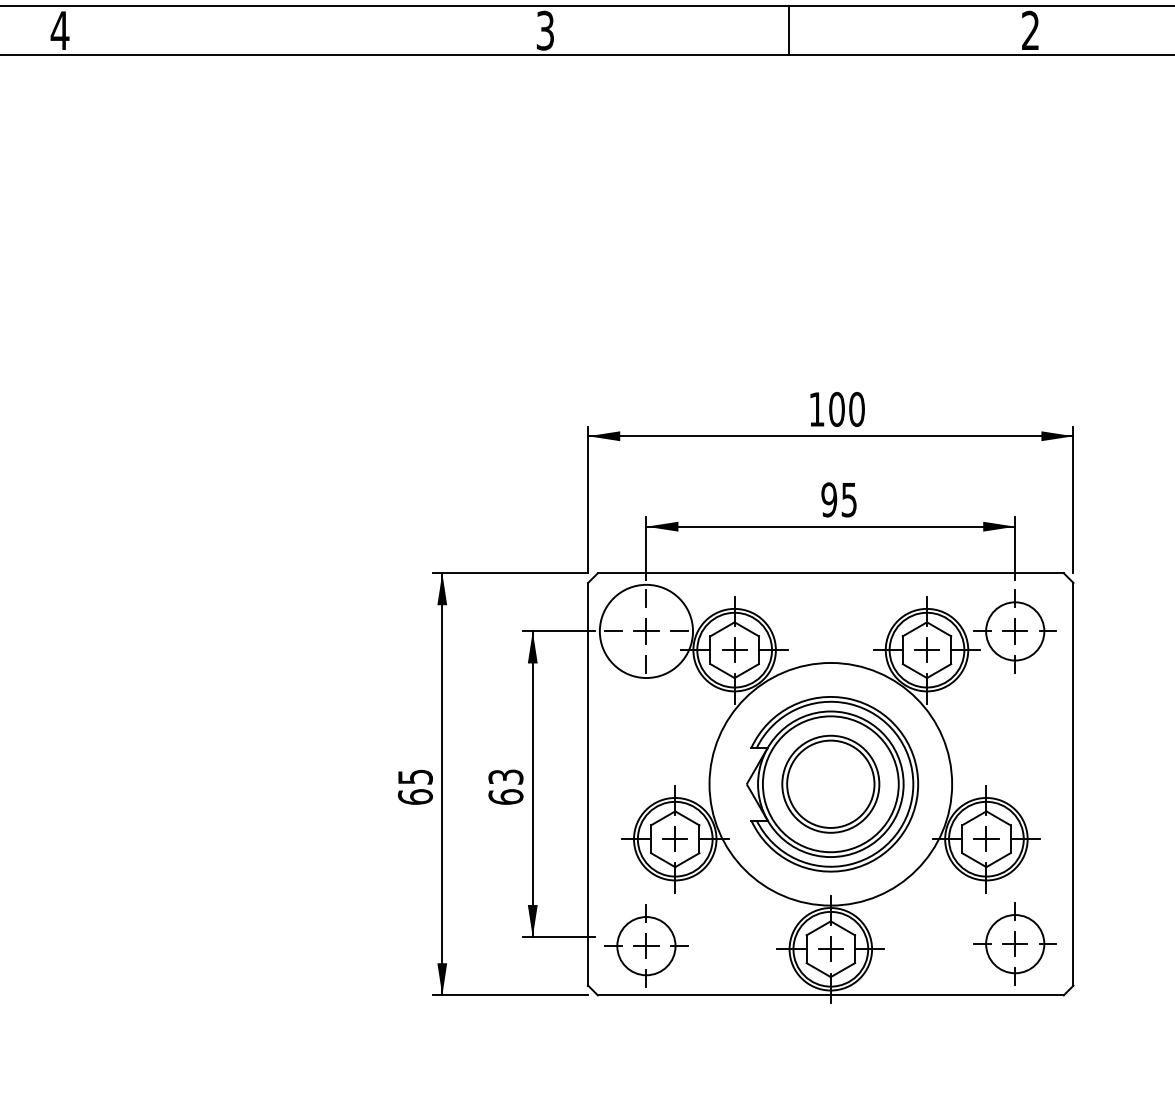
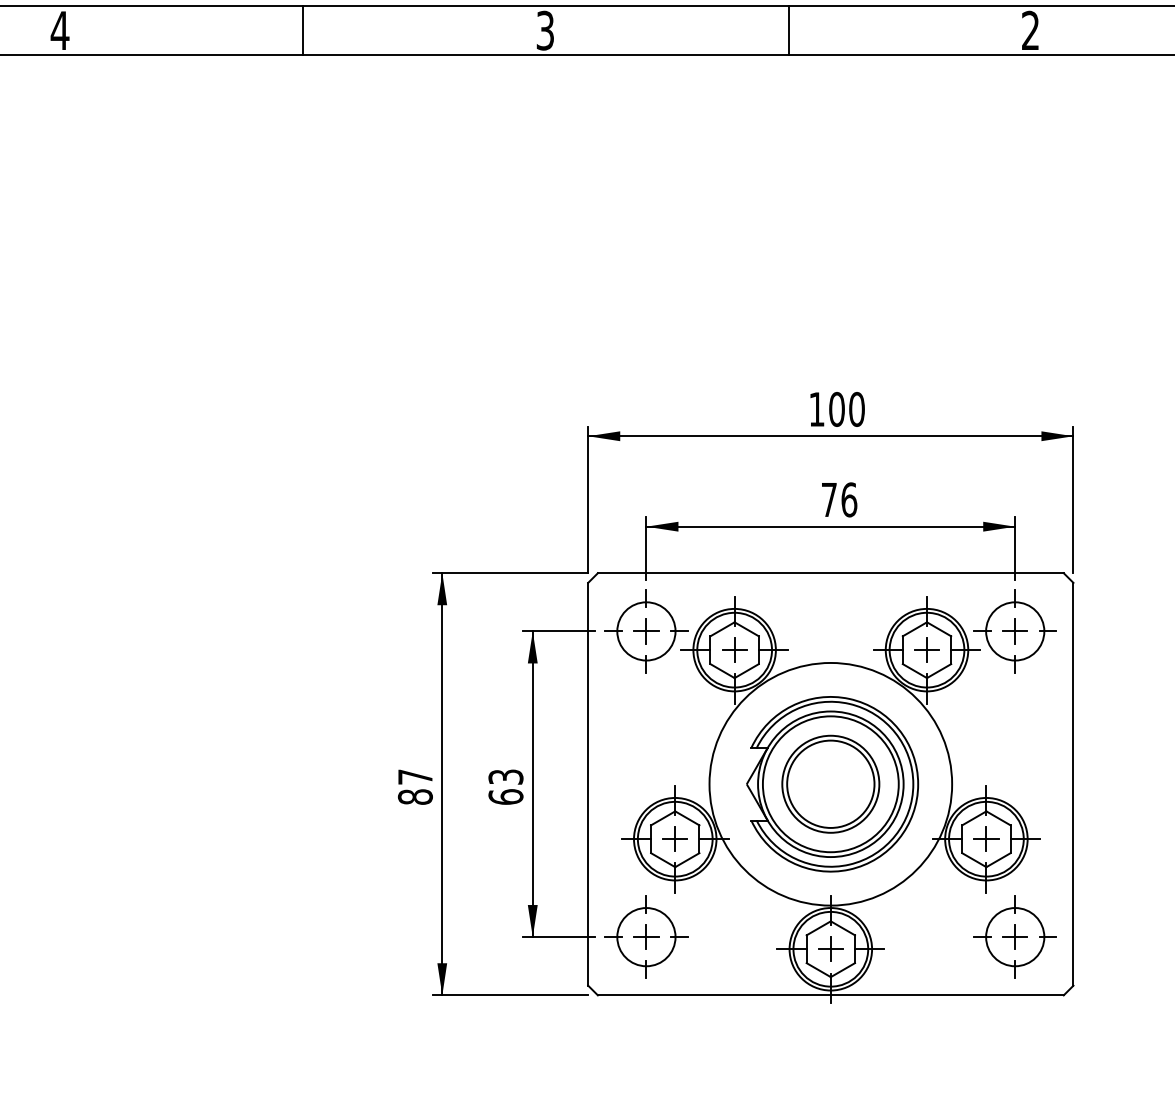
line at (303, 30): none -> present
text at (839, 499): 95 -> 76
circle at (646, 631) diameter: 93 px -> 58 px
text at (414, 786): 65 -> 87
part at (1014, 943) position: (1014, 943) -> (1014, 936)
part at (646, 945) position: (646, 945) -> (646, 936)
